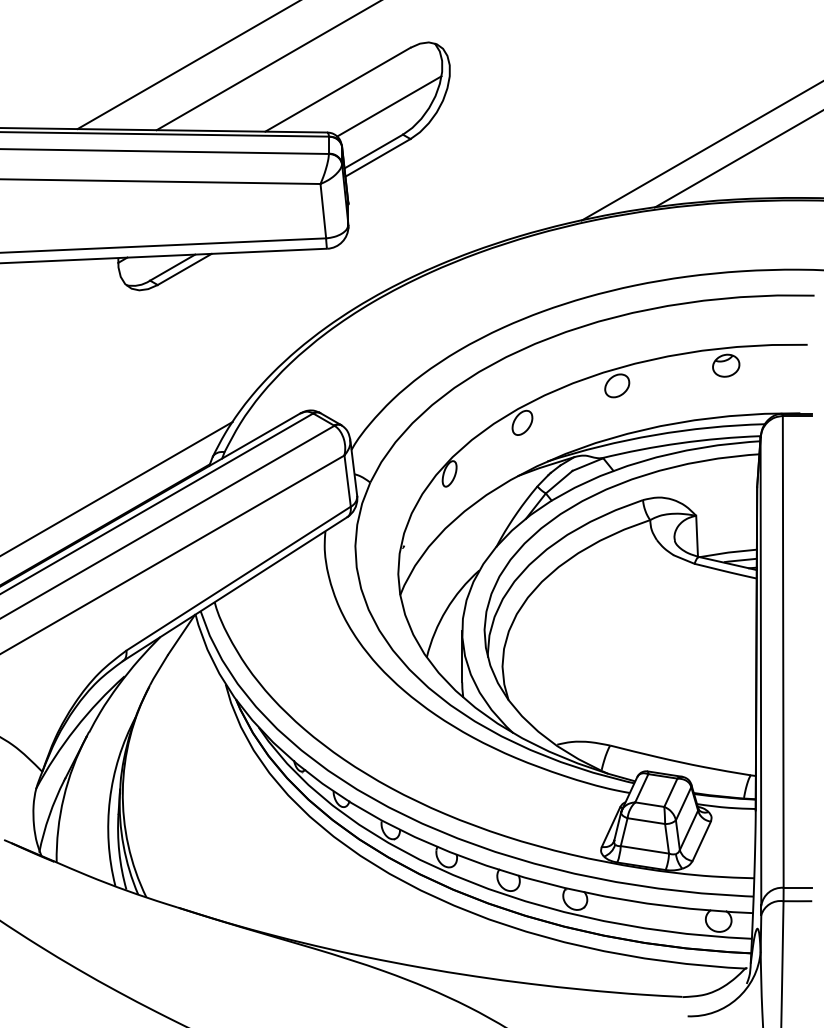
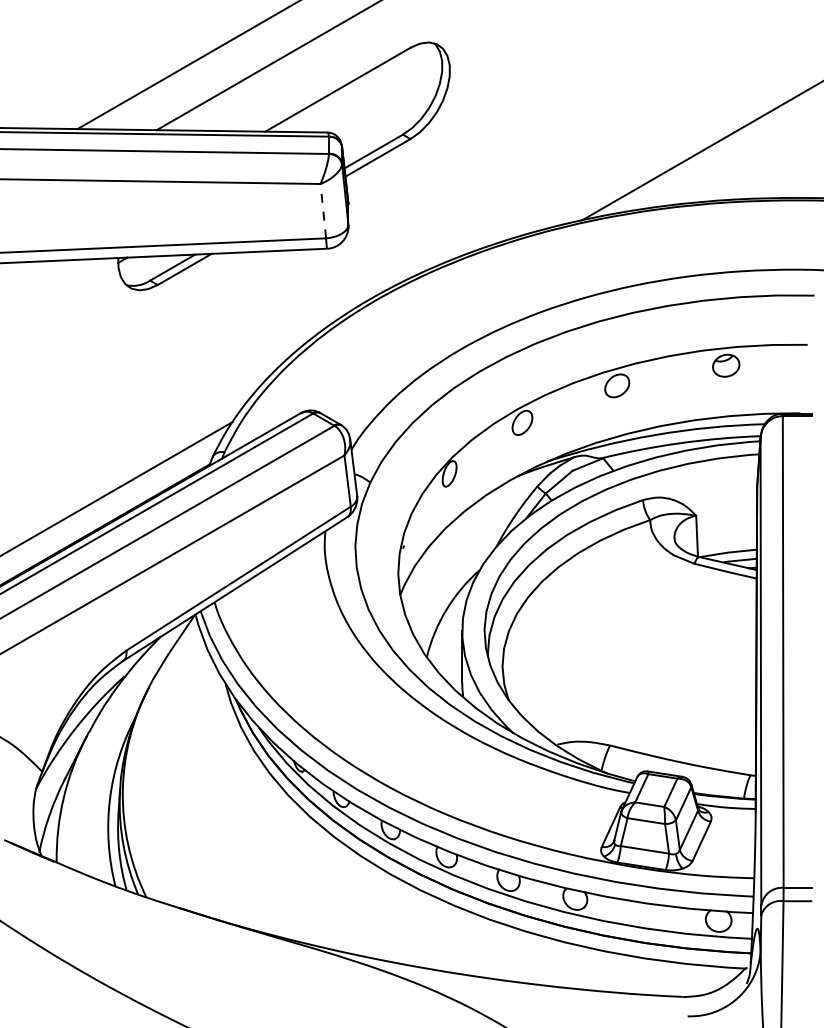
line at (389, 106): present -> none
line at (737, 159): present -> none
line at (323, 210): solid -> dashed
